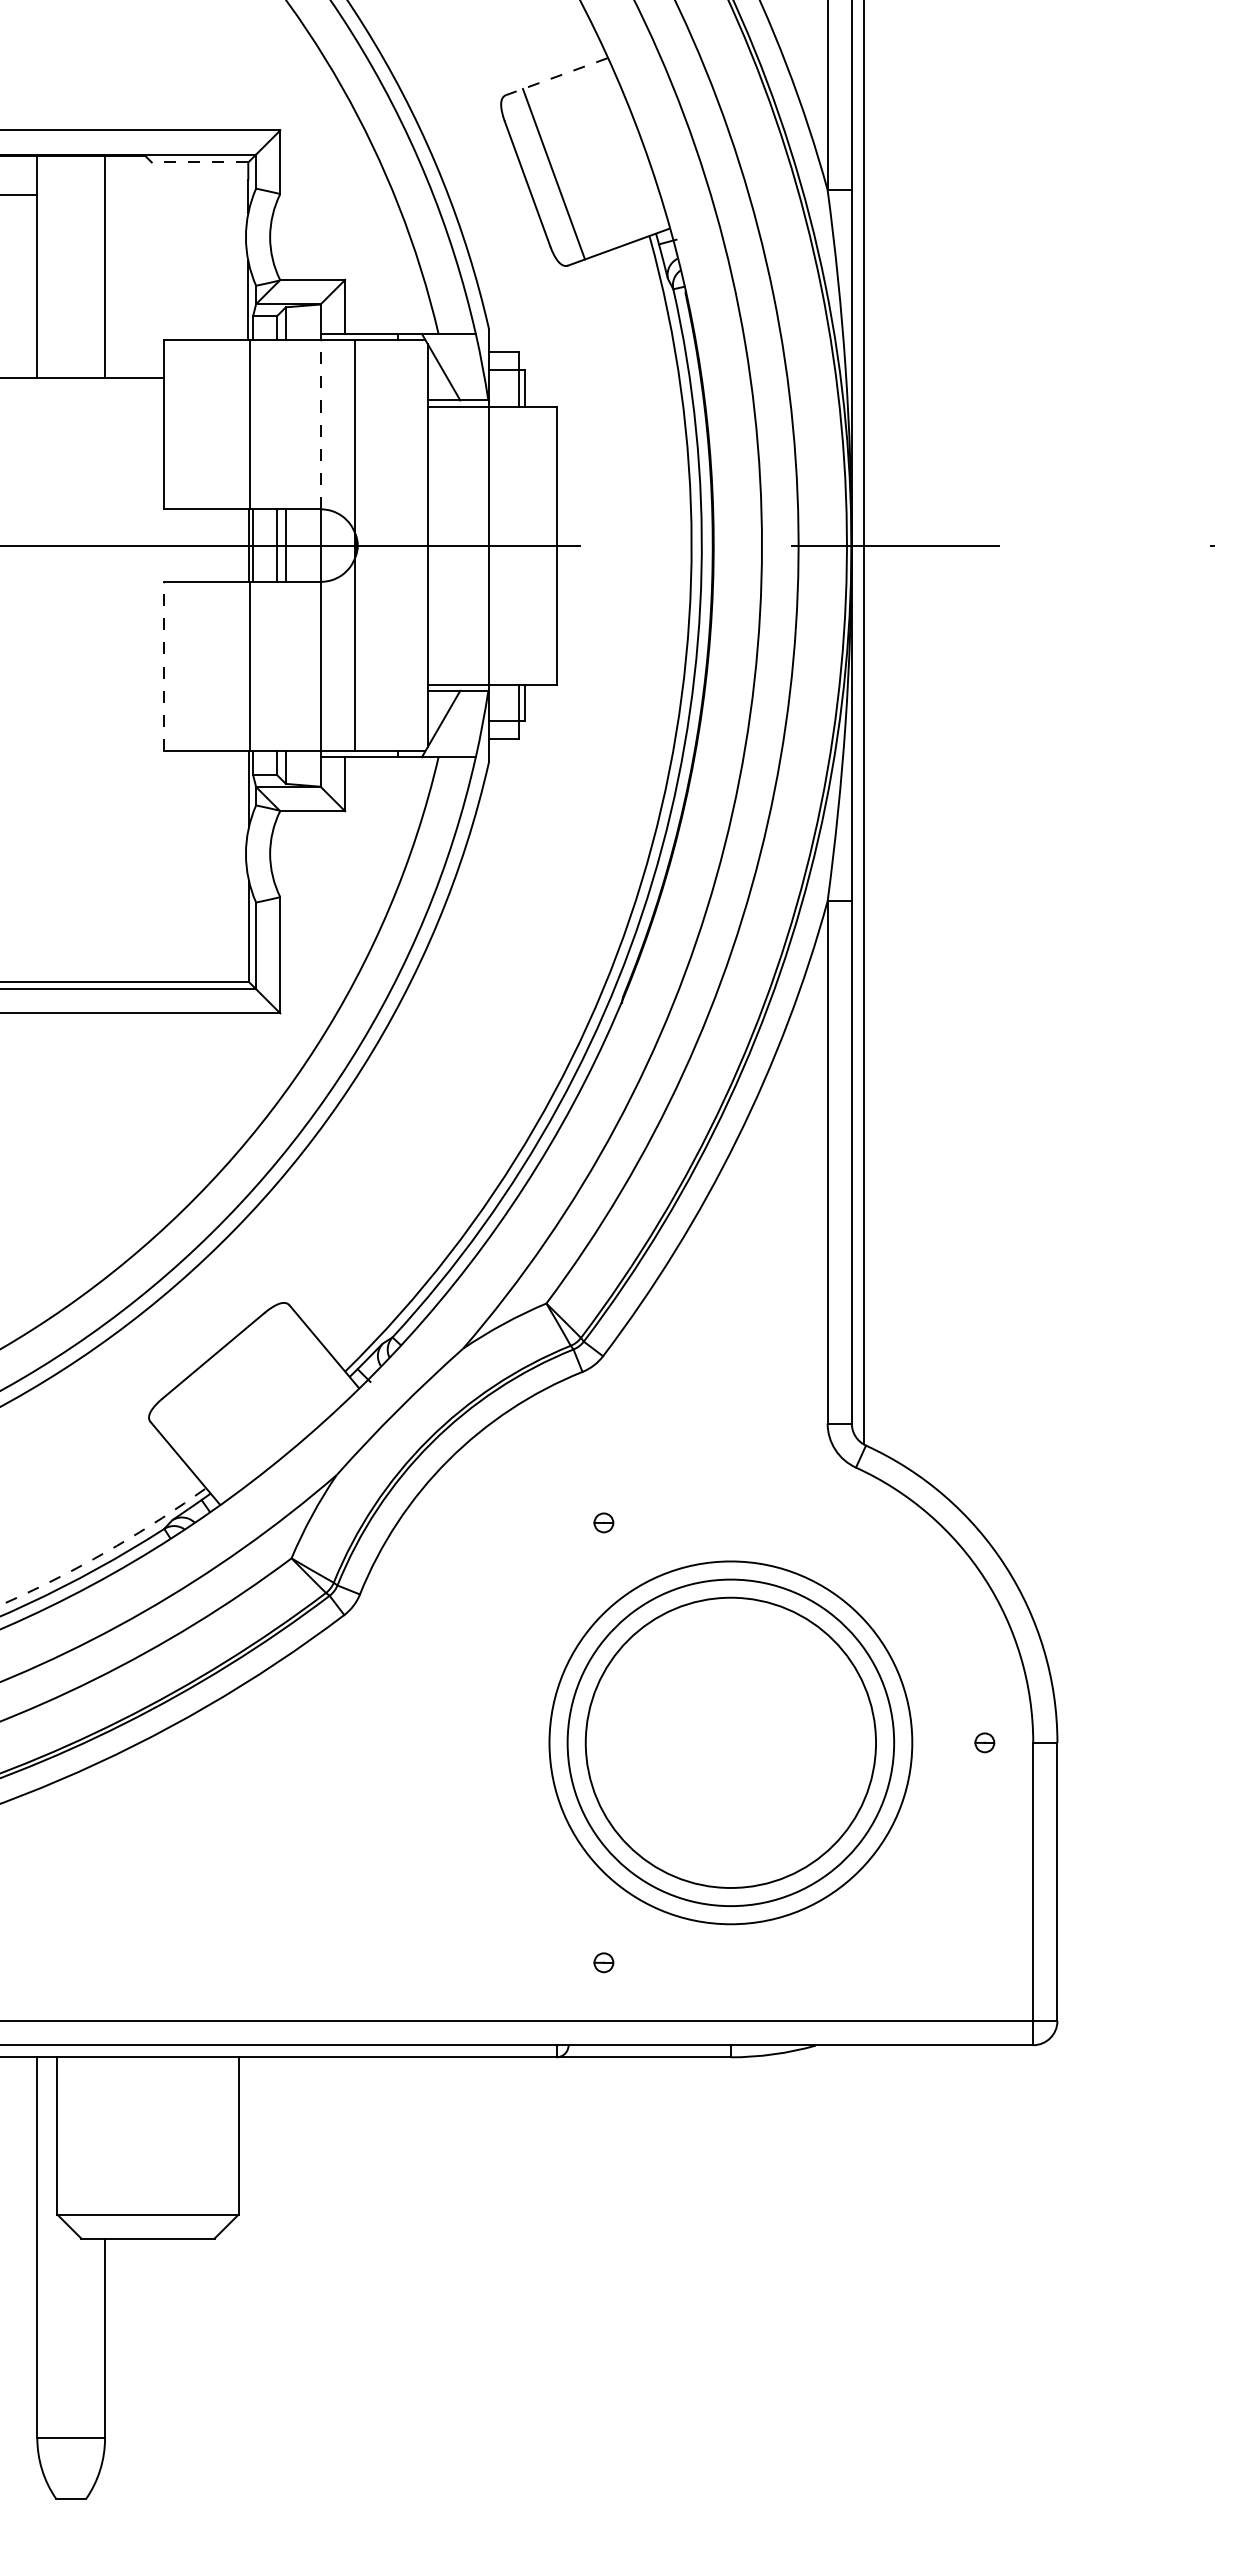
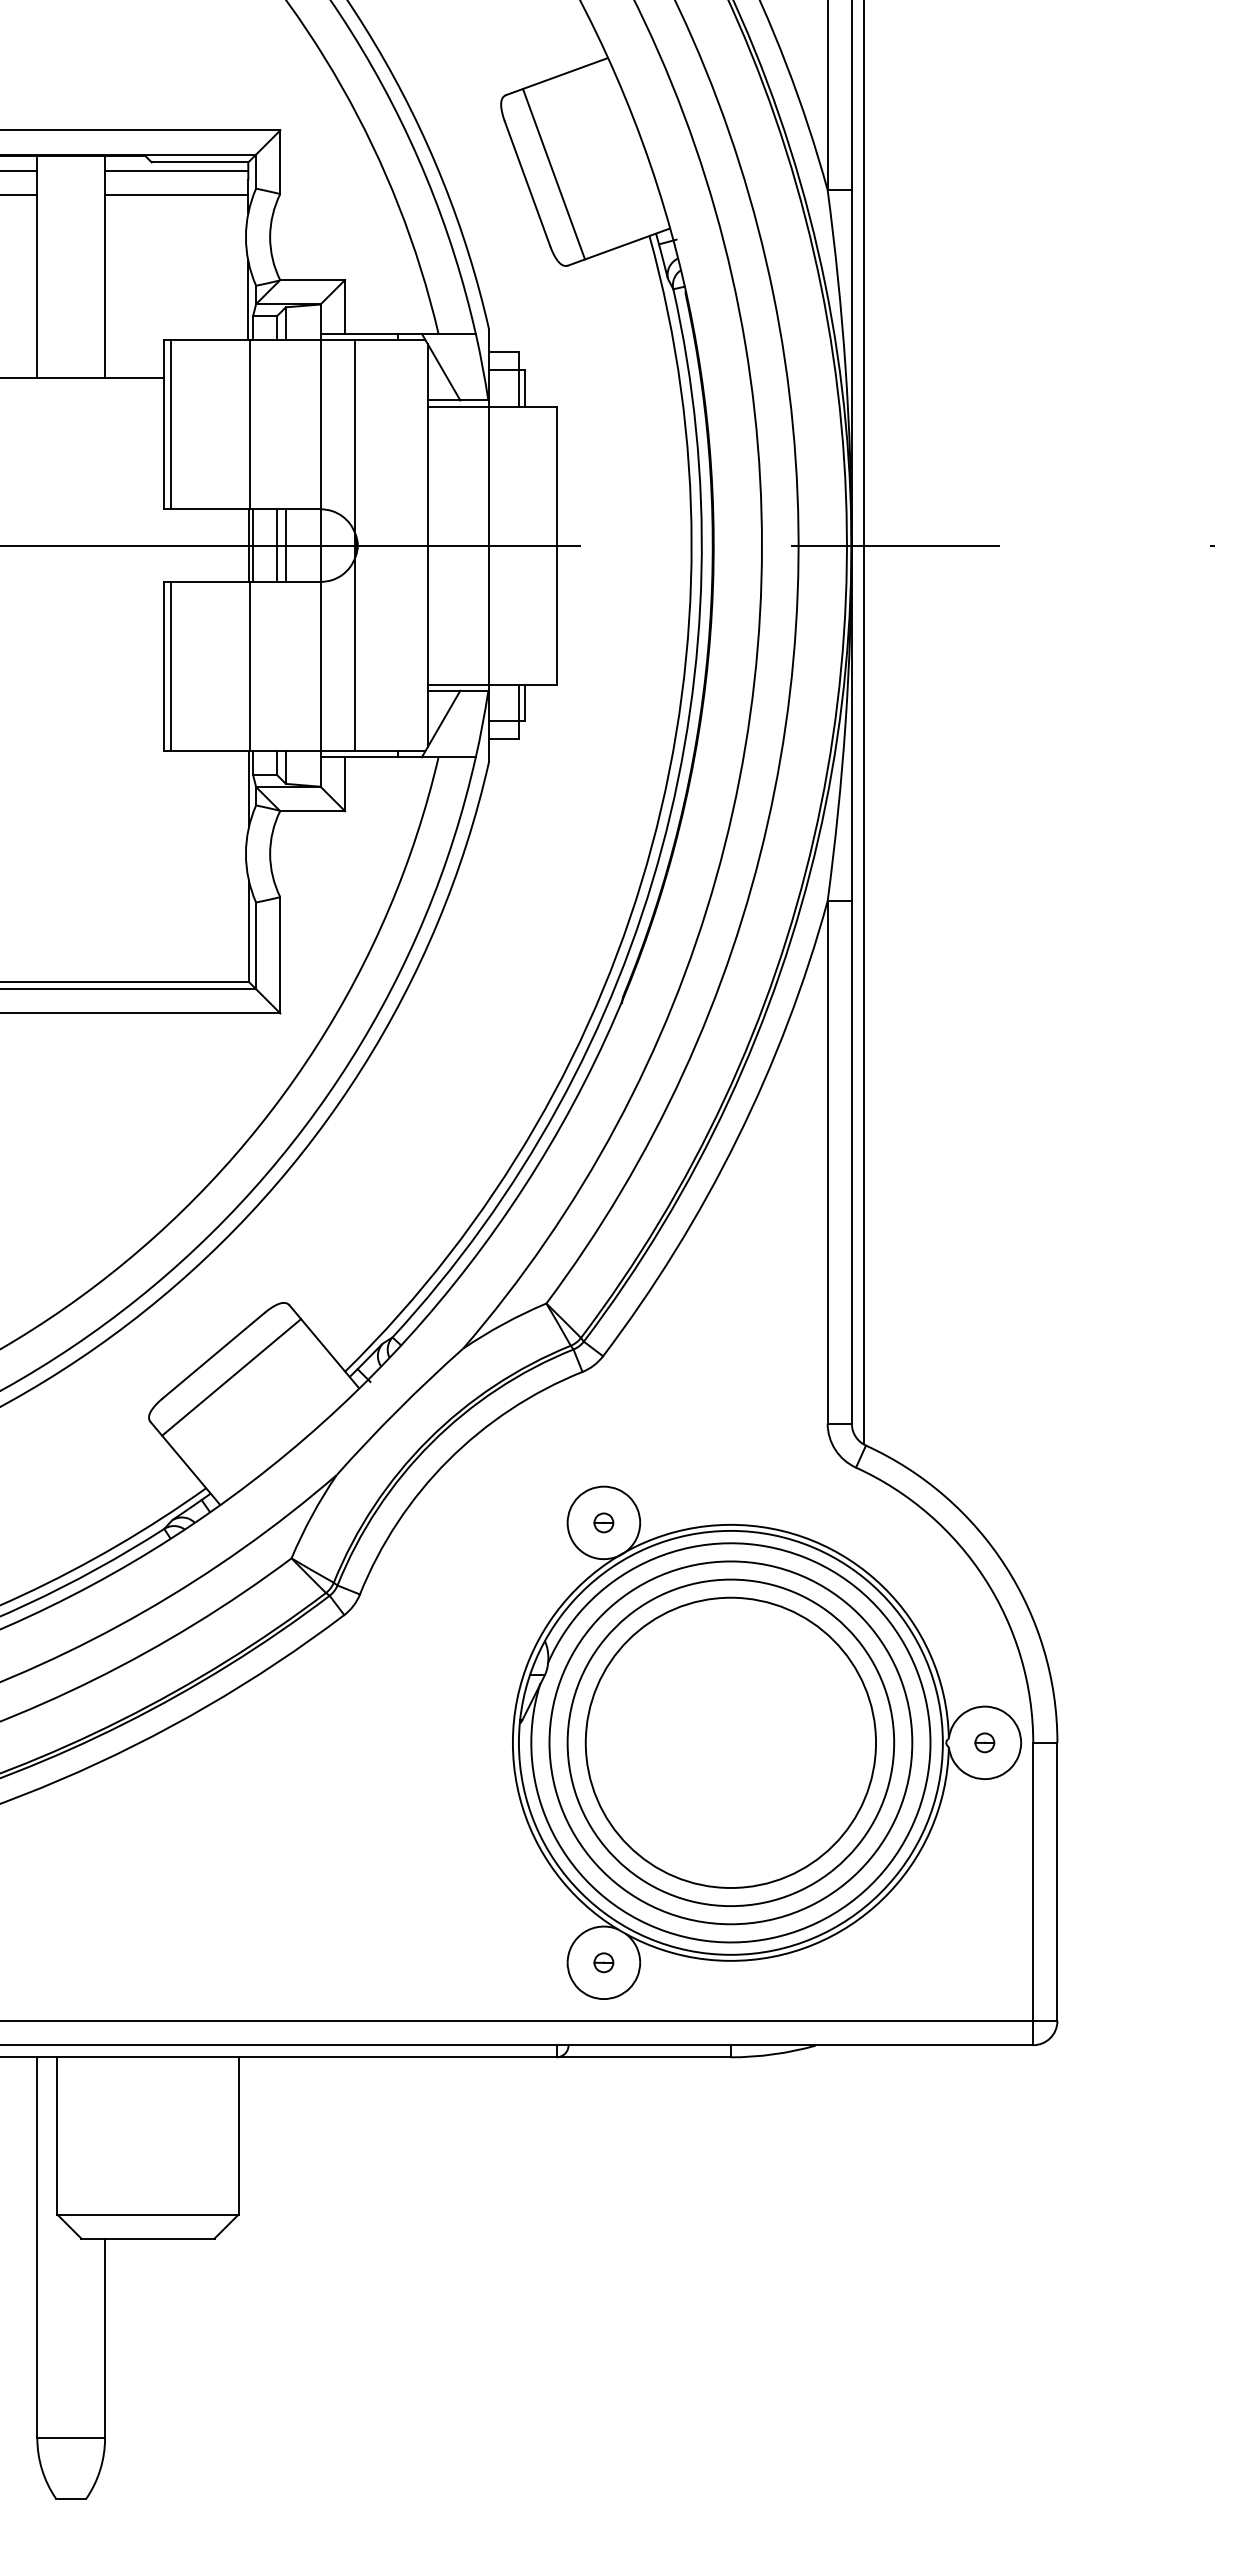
line at (556, 76): dashed -> solid
line at (199, 162): dashed -> solid
line at (19, 170): none -> present
line at (176, 170): none -> present
line at (176, 194): none -> present
line at (170, 424): none -> present
line at (320, 424): dashed -> solid
line at (163, 666): dashed -> solid
line at (170, 666): none -> present
line at (231, 1377): none -> present
arc at (106, 1551): dashed -> solid
part at (766, 1742): none -> present
